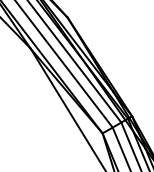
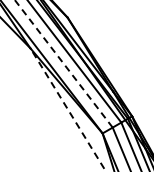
line at (63, 63): solid -> dashed
line at (68, 109): solid -> dashed
